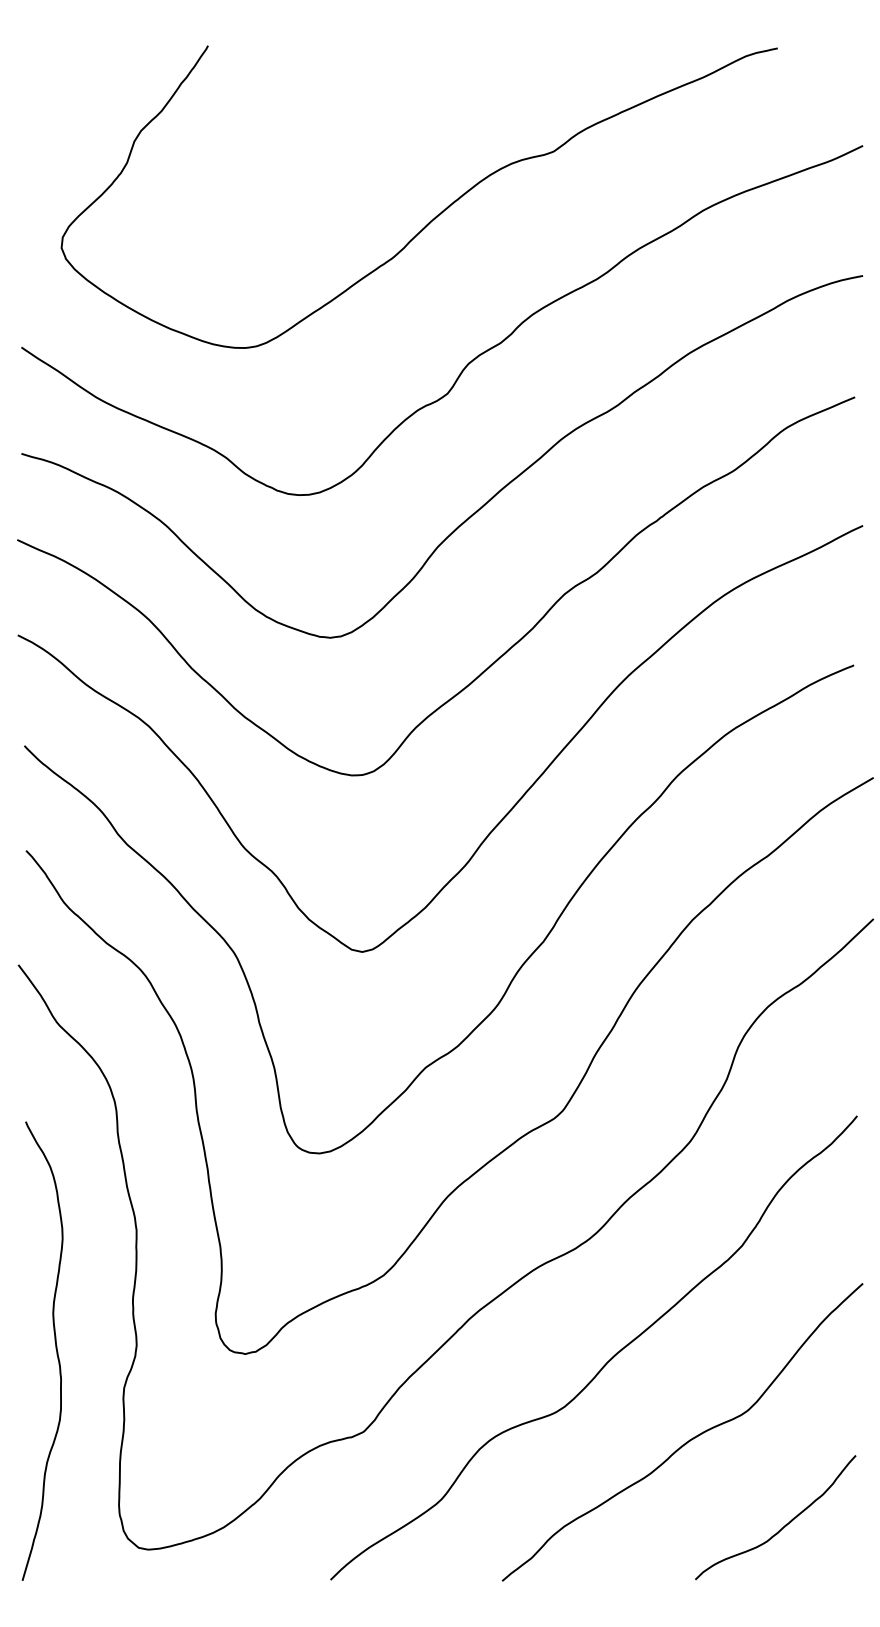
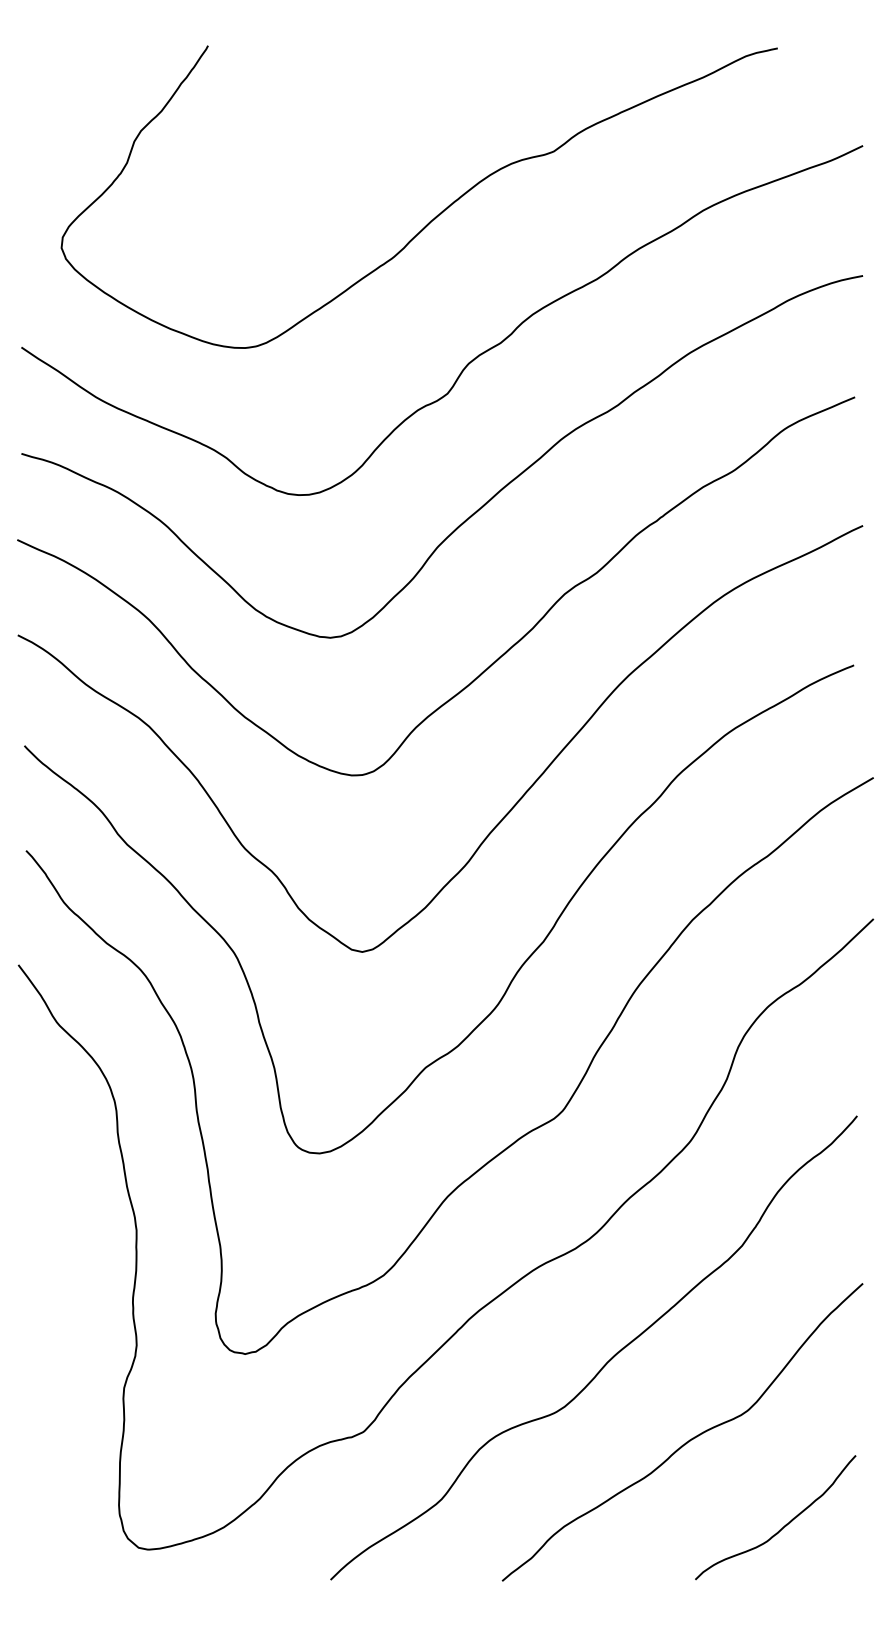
curve at (55, 1349): present -> none
